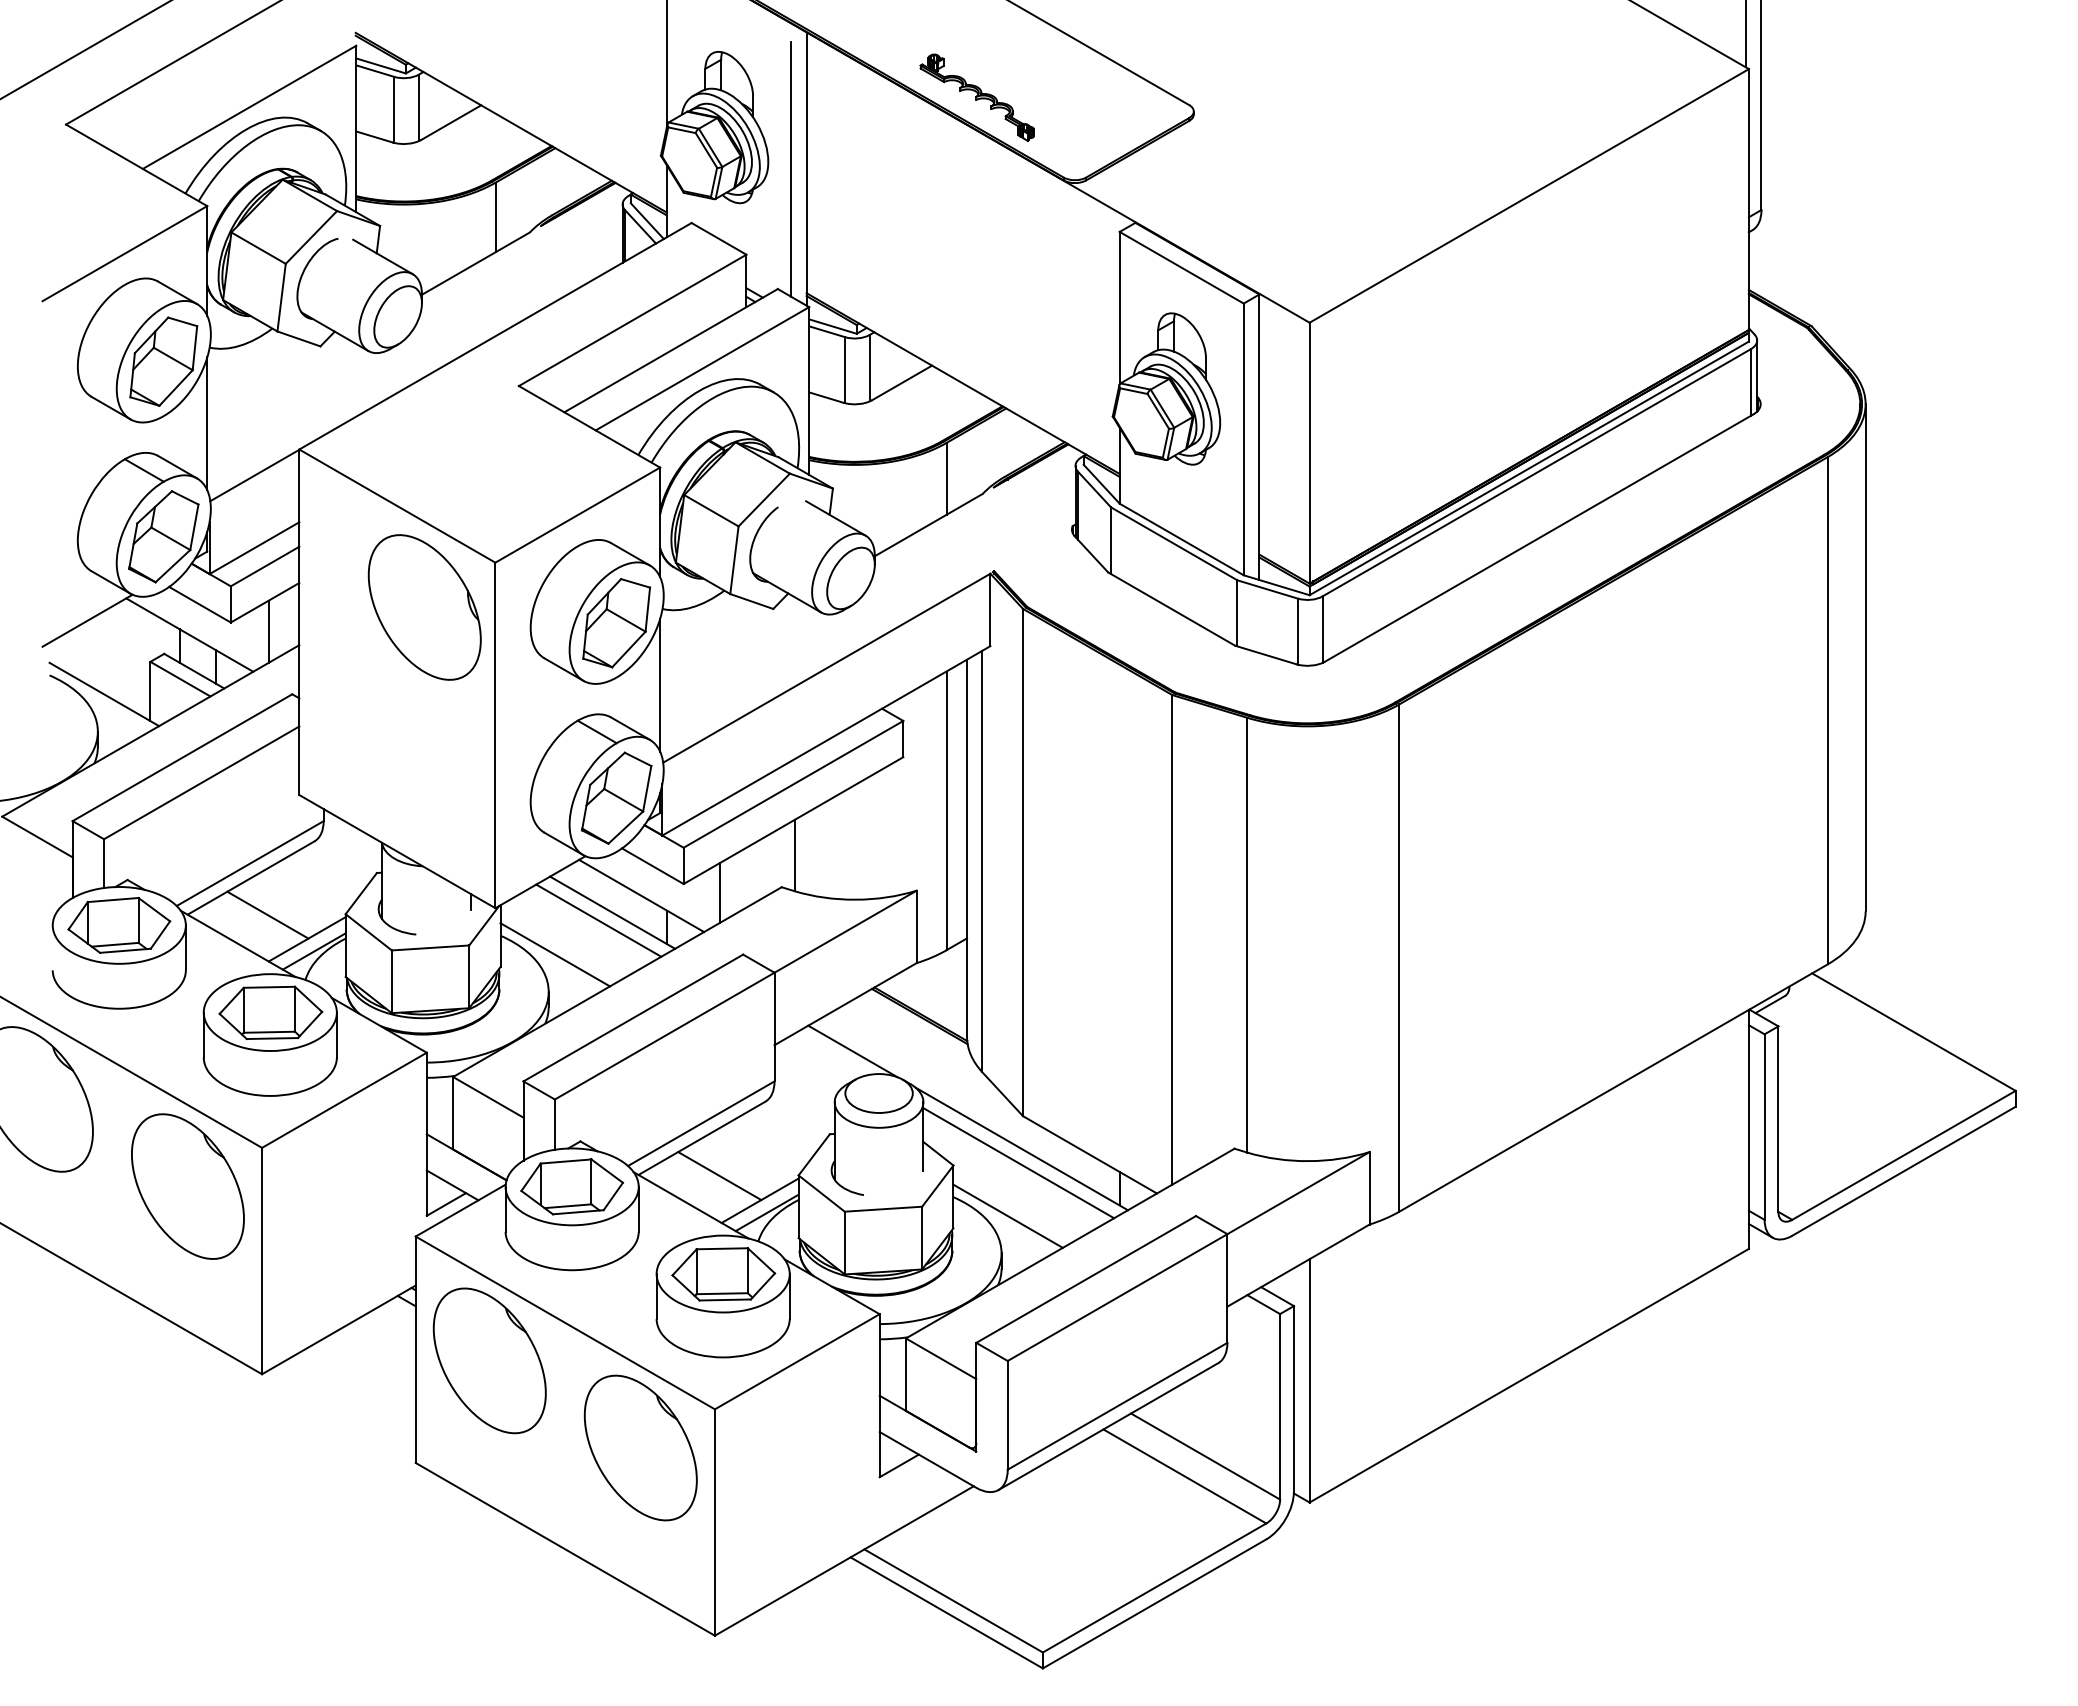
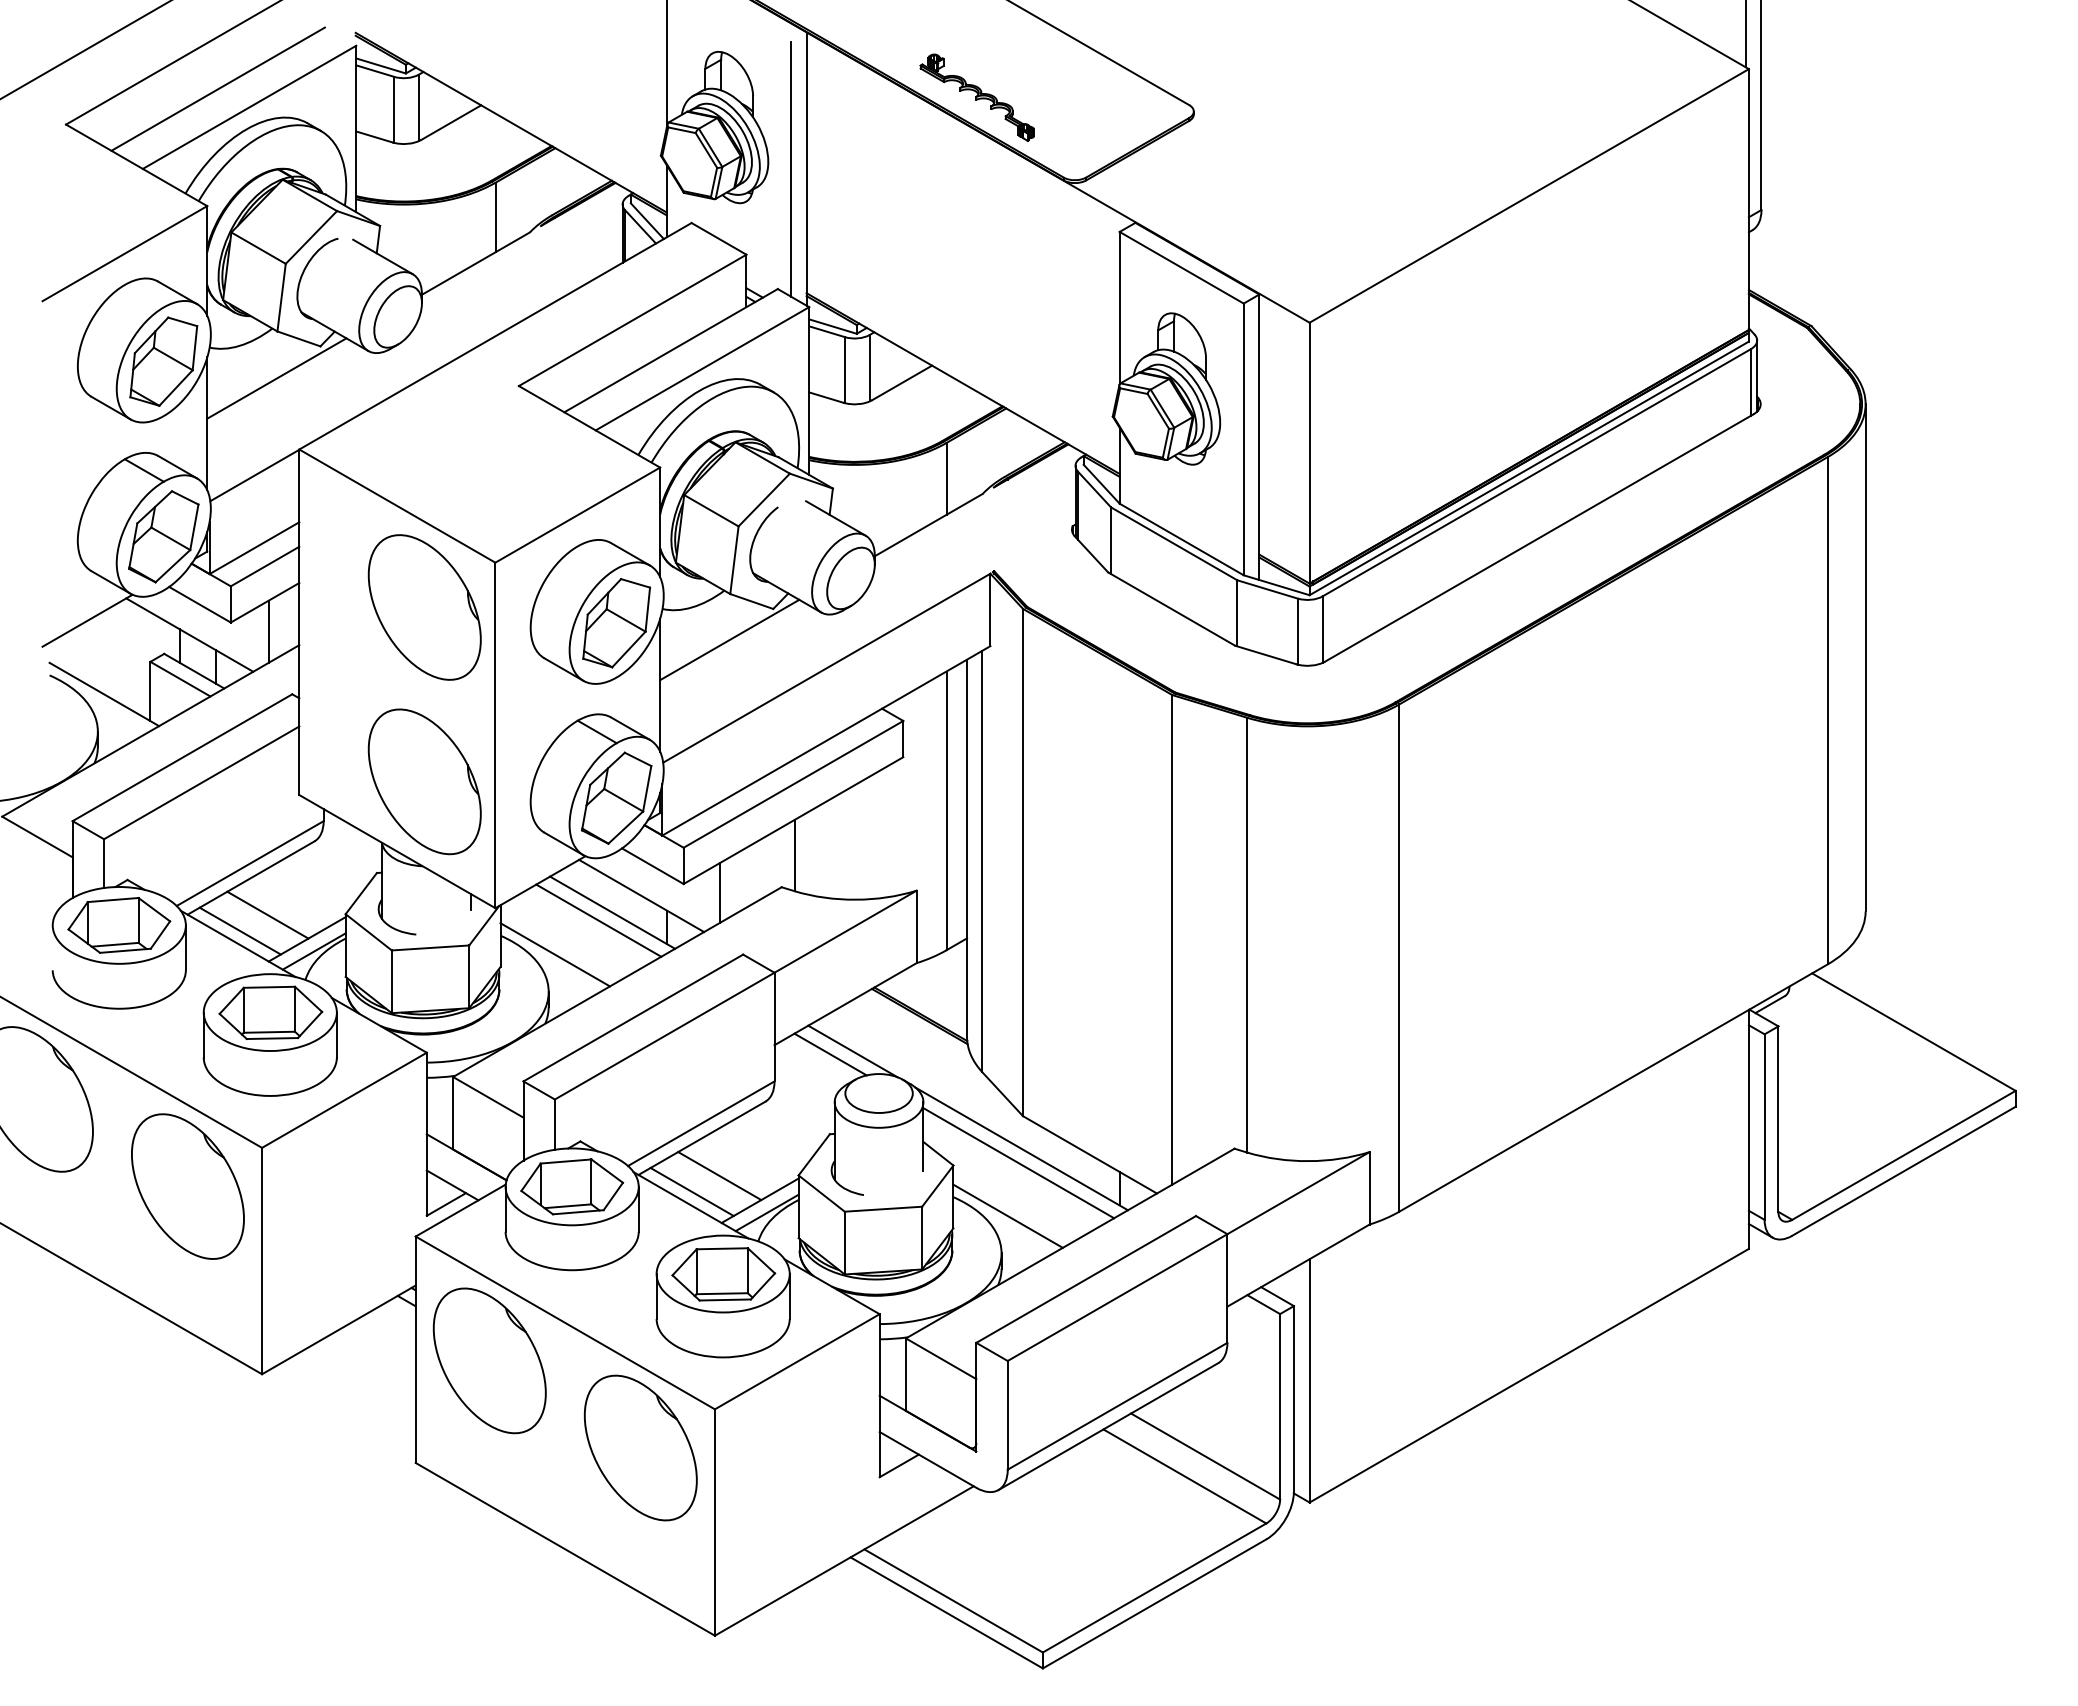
line at (217, 88): none -> present
line at (276, 378): none -> present
line at (729, 639): none -> present
part at (424, 781): none -> present
line at (239, 930): none -> present
line at (830, 1054): none -> present
line at (691, 1191): none -> present
